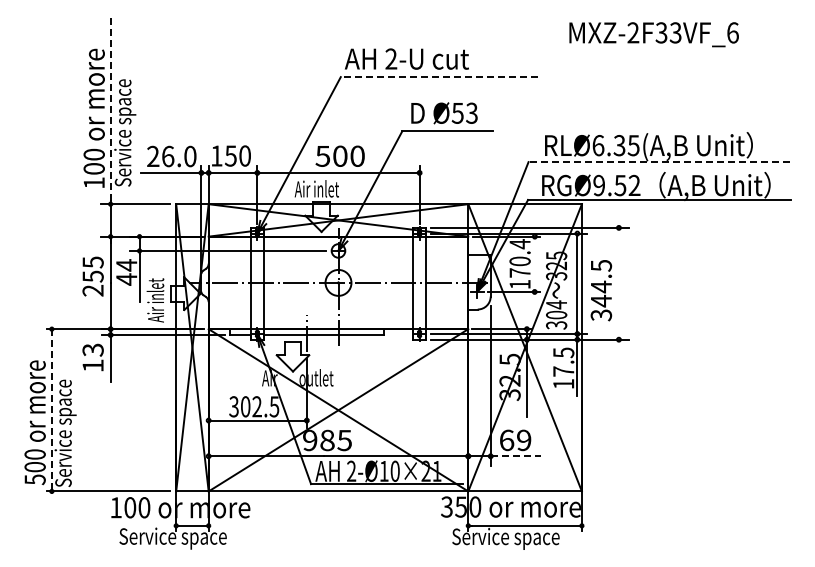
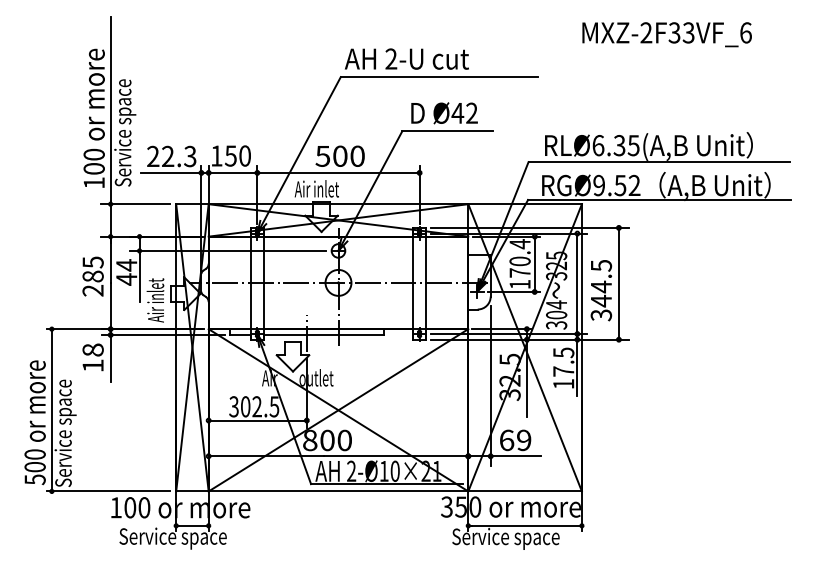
text at (653, 34) position: (653, 34) -> (666, 34)
line at (439, 77): dashed -> solid
line at (110, 108): dashed -> solid
text at (464, 113): Ø53 -> Ø42
text at (179, 156): 26.0 -> 22.3
line at (659, 162): dashed -> solid
line at (534, 263): none -> present
text at (92, 276): 255 -> 285
line at (618, 283): none -> present
text at (92, 349): 13 -> 18
line at (51, 410): dashed -> solid
text at (327, 440): 985 -> 800
line at (516, 456): dashed -> solid
